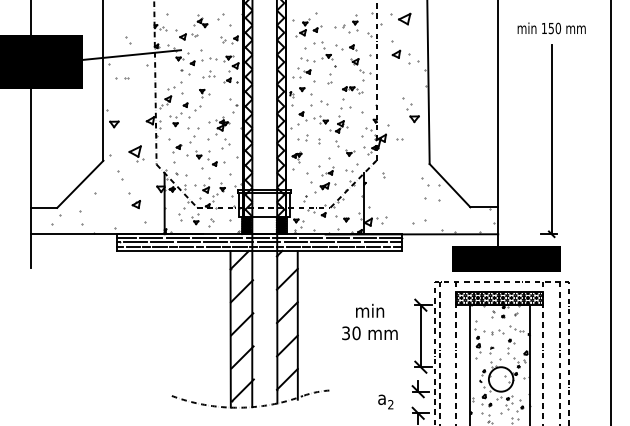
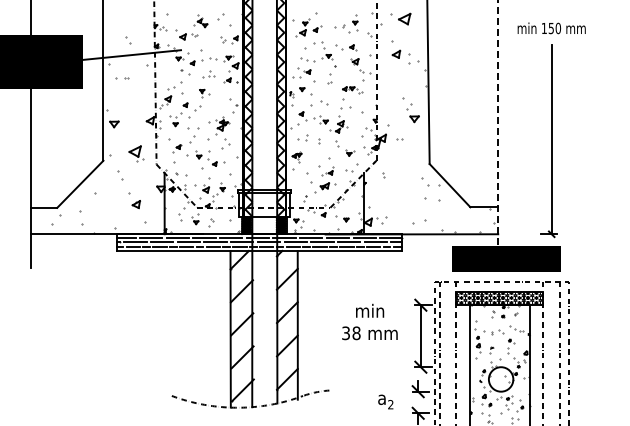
line at (498, 133): solid -> dashed
line at (611, 212): present -> none
text at (356, 332): 30 -> 38
